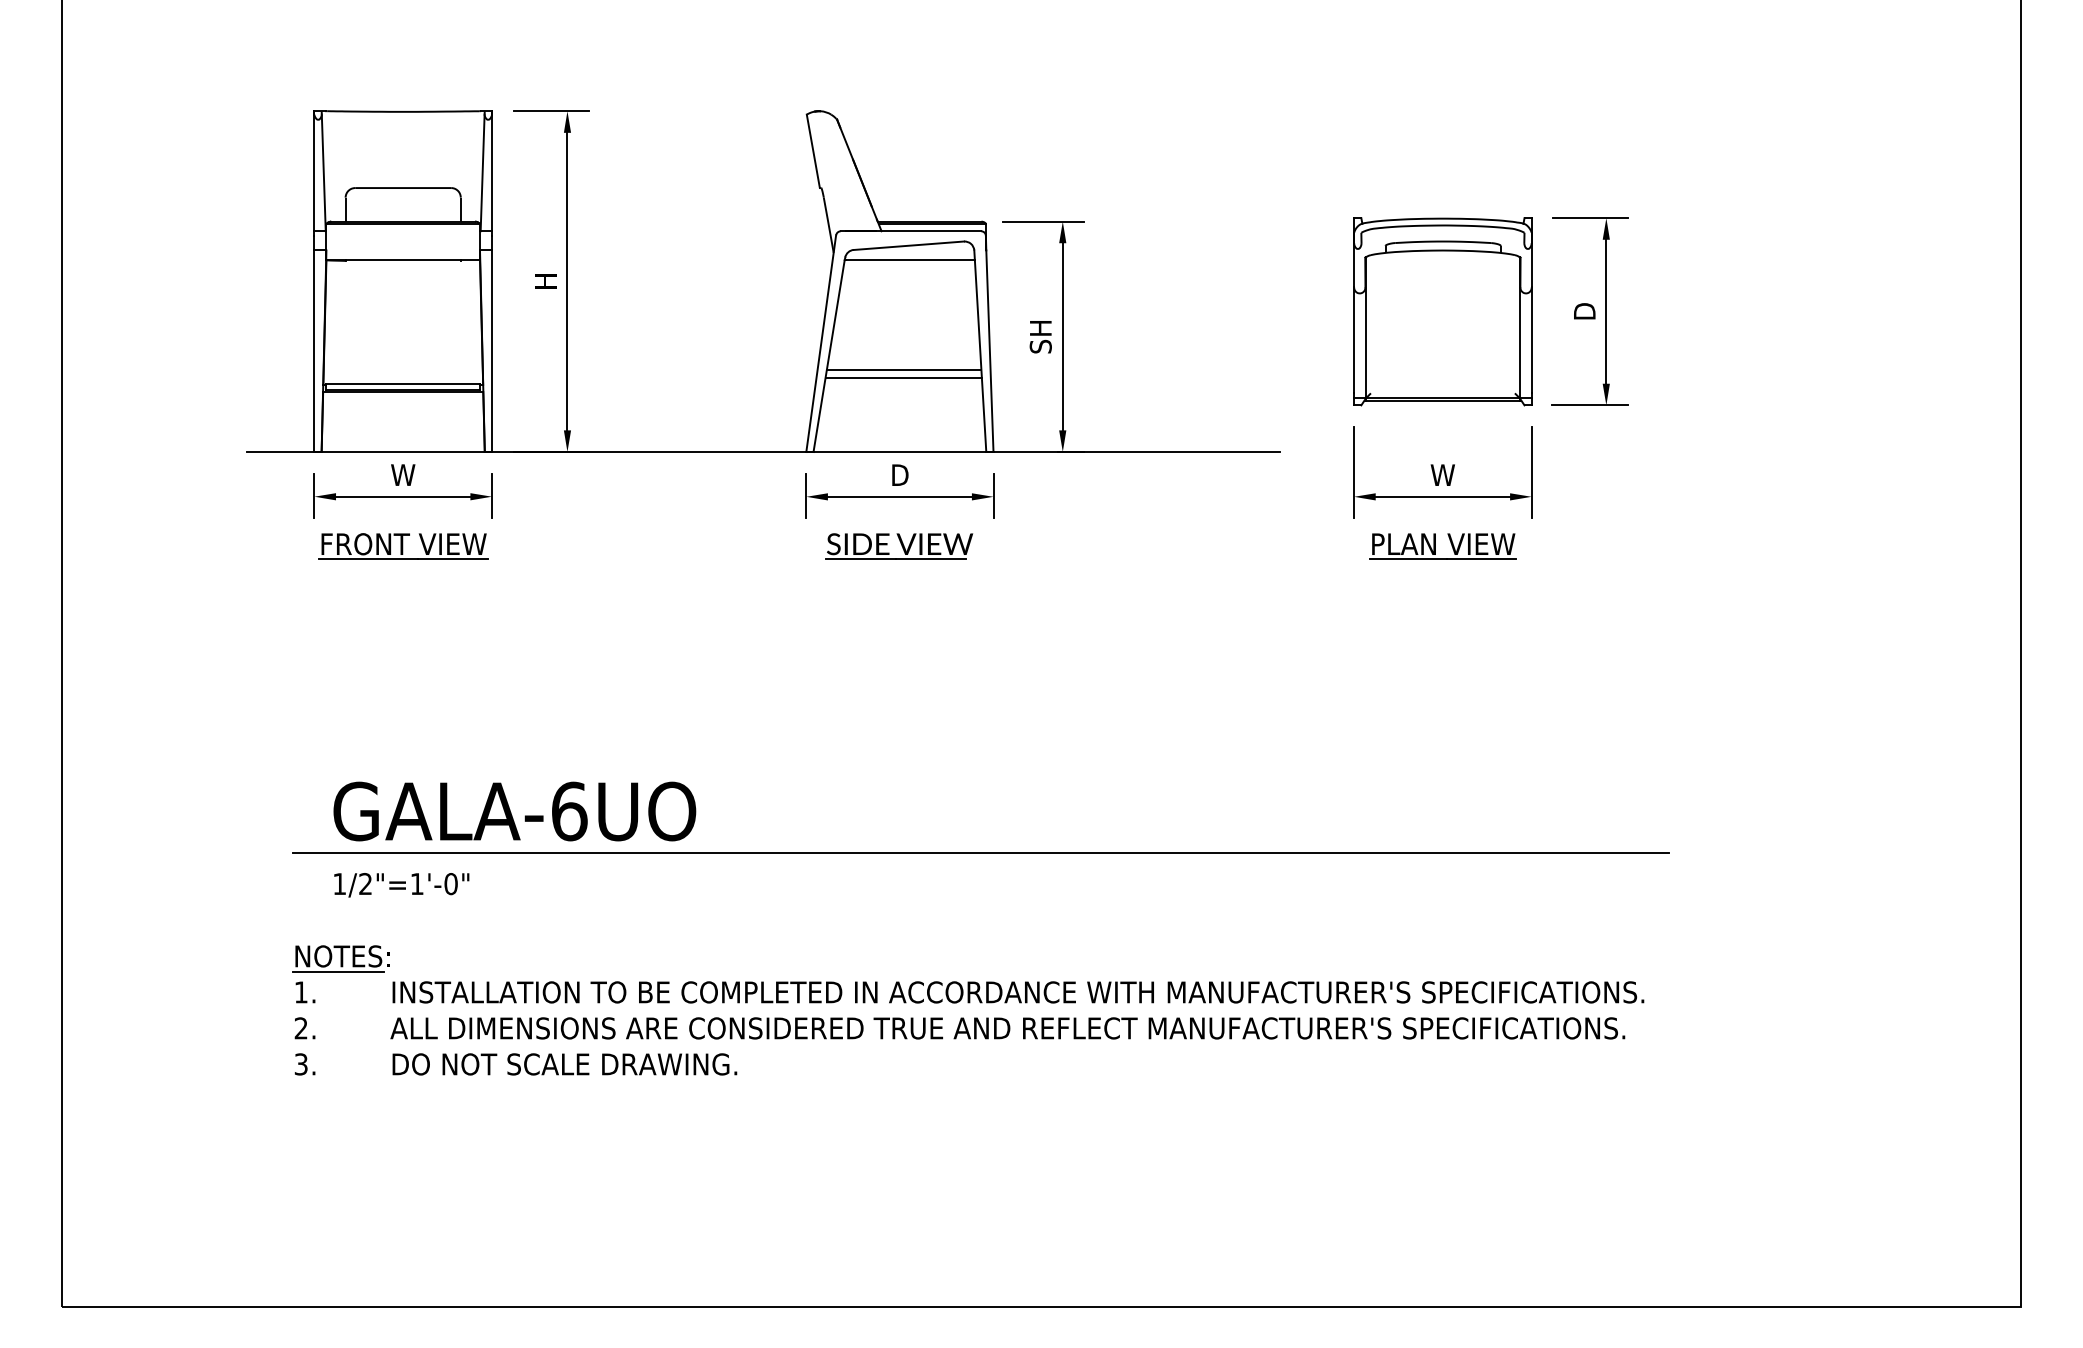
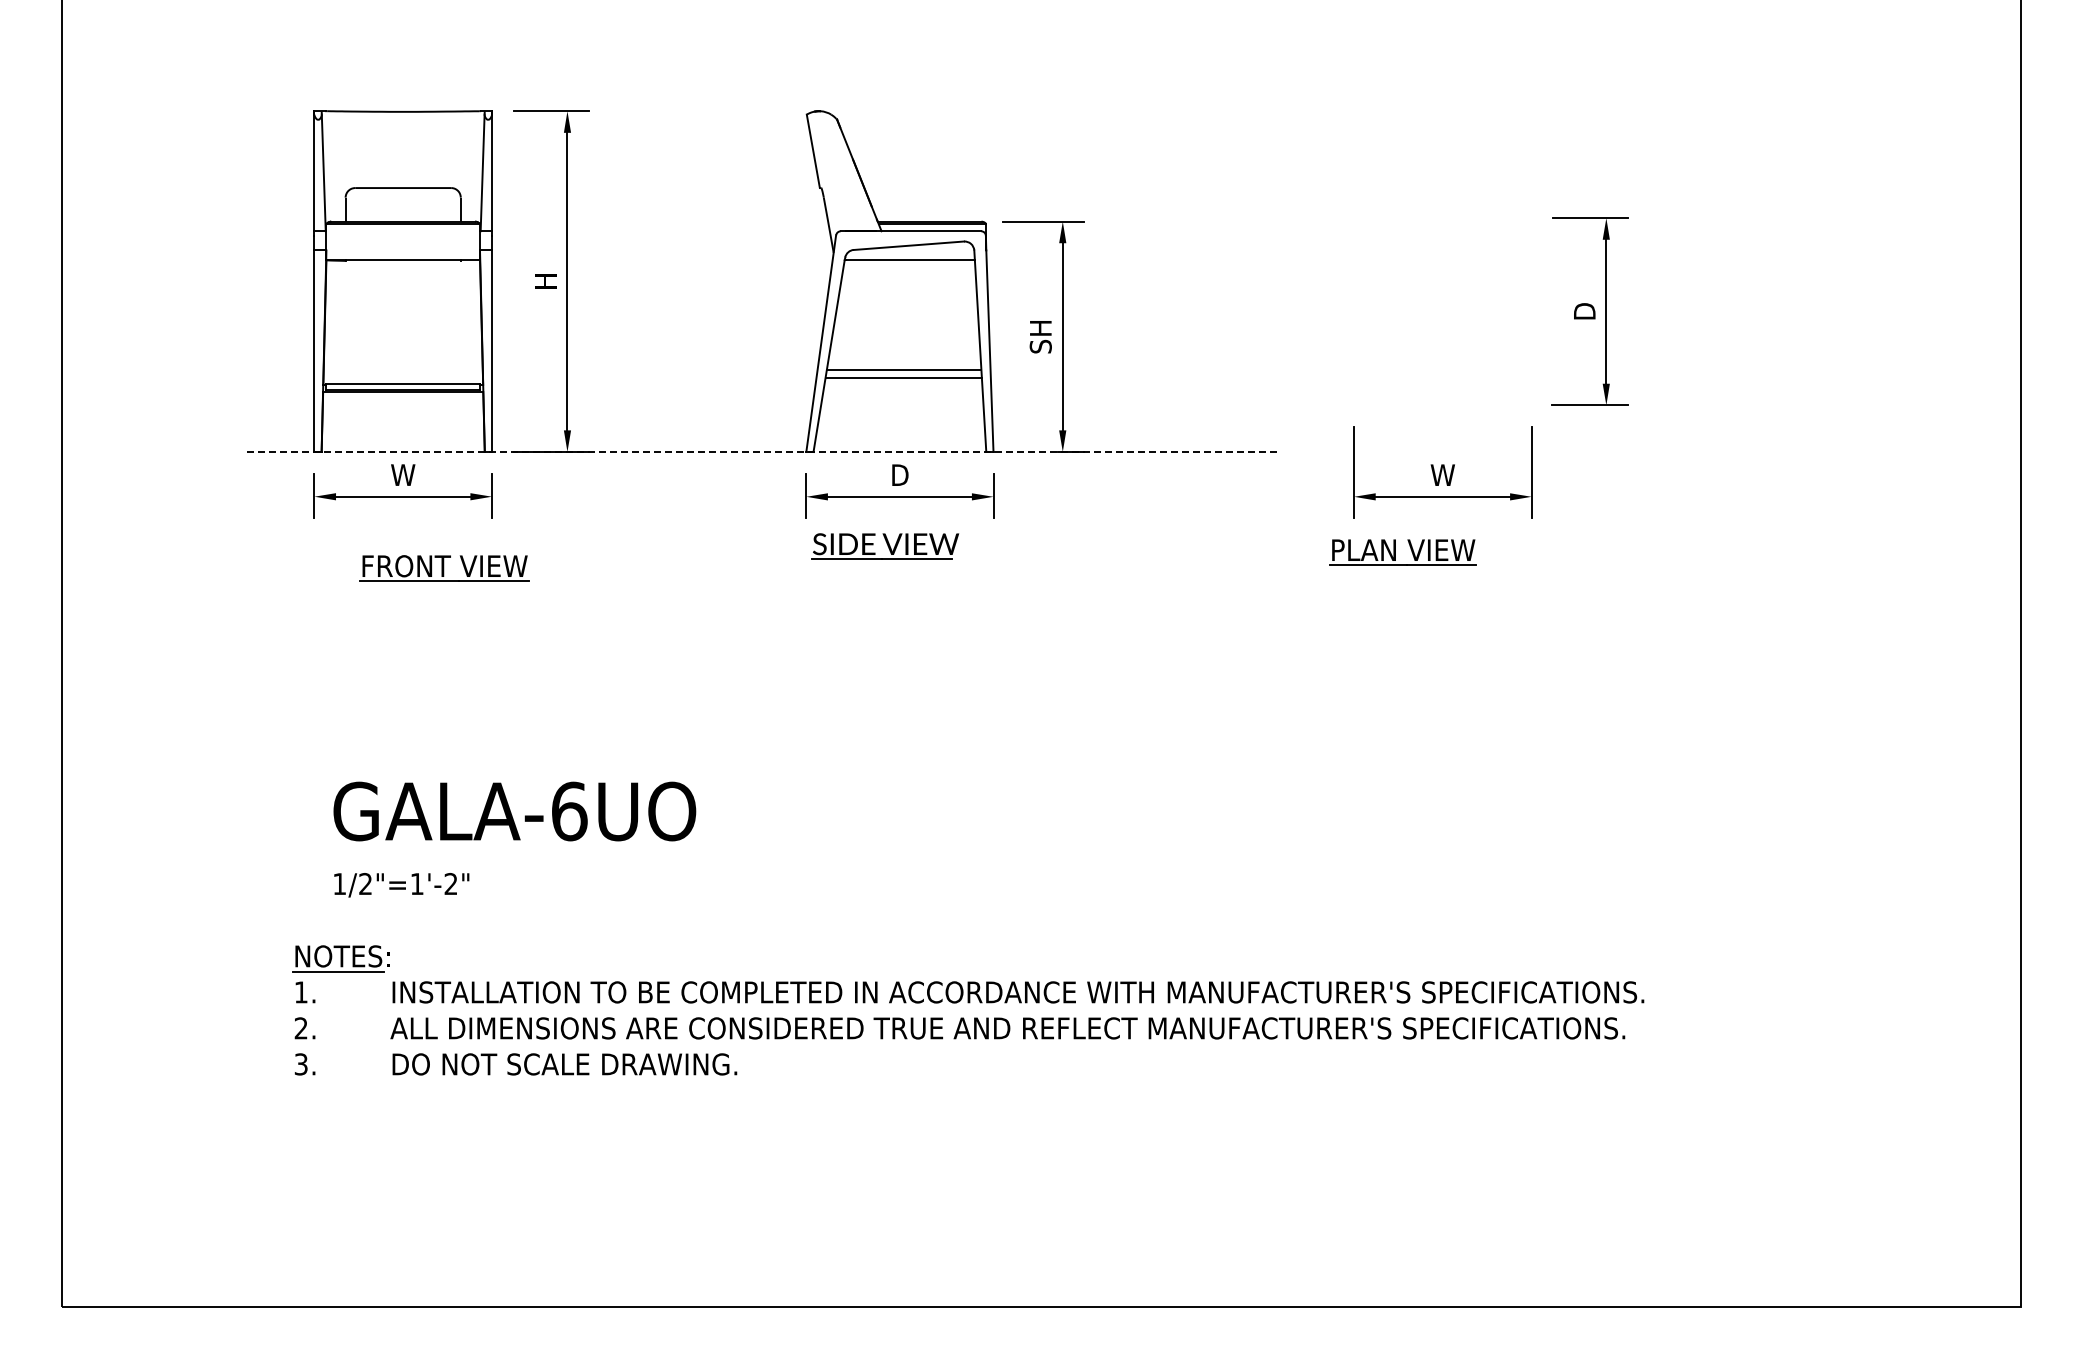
part at (1442, 311): present -> none
line at (763, 452): solid -> dashed
part at (403, 546) position: (403, 546) -> (444, 568)
part at (899, 546) position: (899, 546) -> (885, 546)
part at (1435, 546) position: (1435, 546) -> (1395, 552)
line at (980, 853): present -> none
text at (450, 884): 1/2"=1'-0" -> 1/2"=1'-2"
